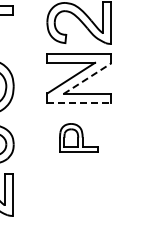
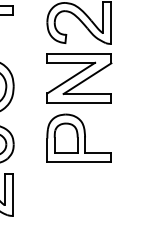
line at (87, 78): dashed -> solid
line at (79, 103): dashed -> solid
part at (78, 137) size: 40x30 px -> 66x50 px
